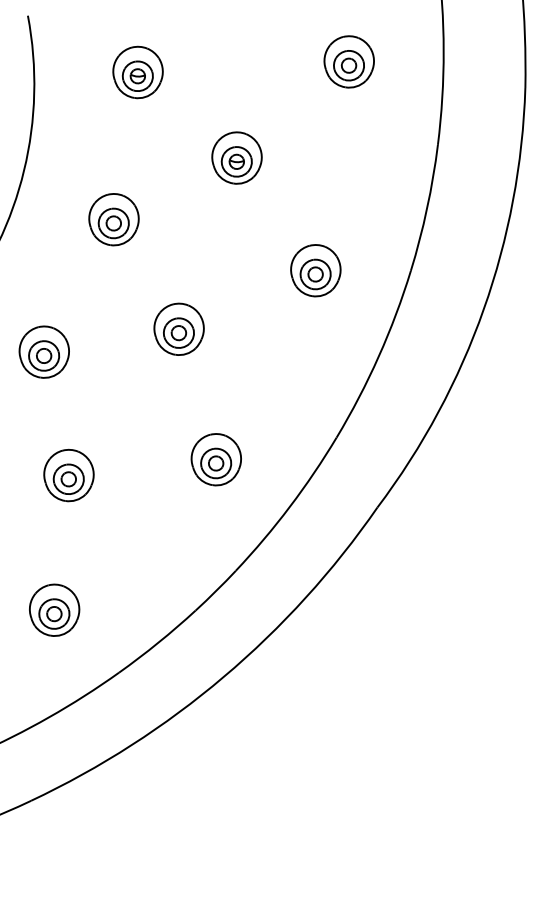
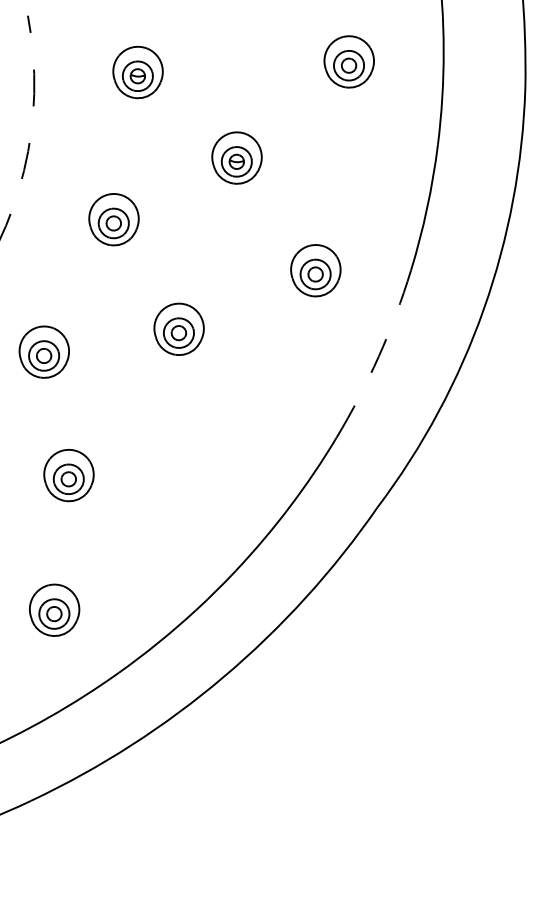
arc at (31, 130): solid -> dashed
arc at (378, 356): solid -> dashed
part at (215, 459): present -> none
